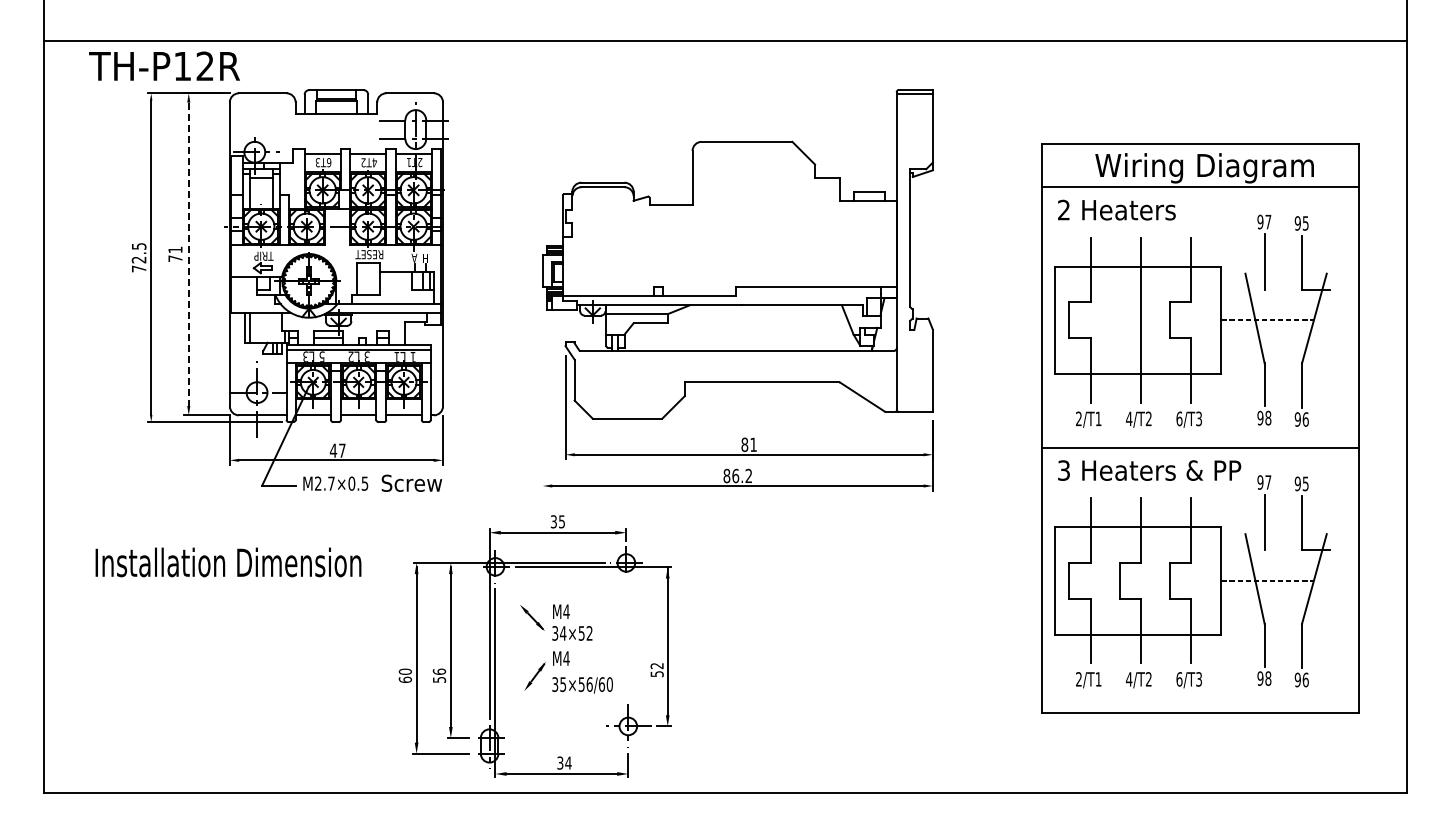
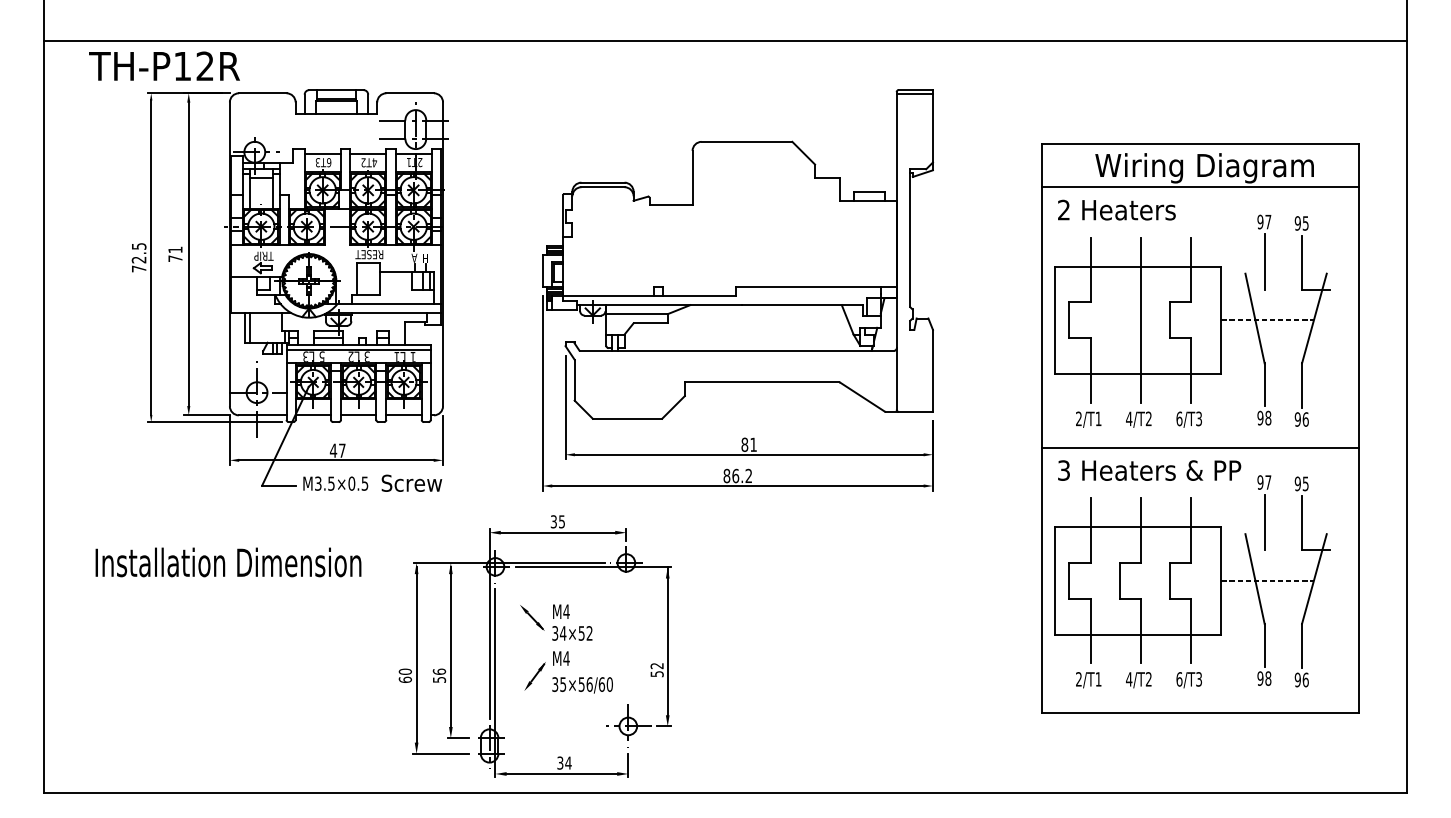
line at (188, 254): dashed -> solid
line at (542, 393): none -> present
text at (324, 483): M2.7×0.5 -> M3.5×0.5
